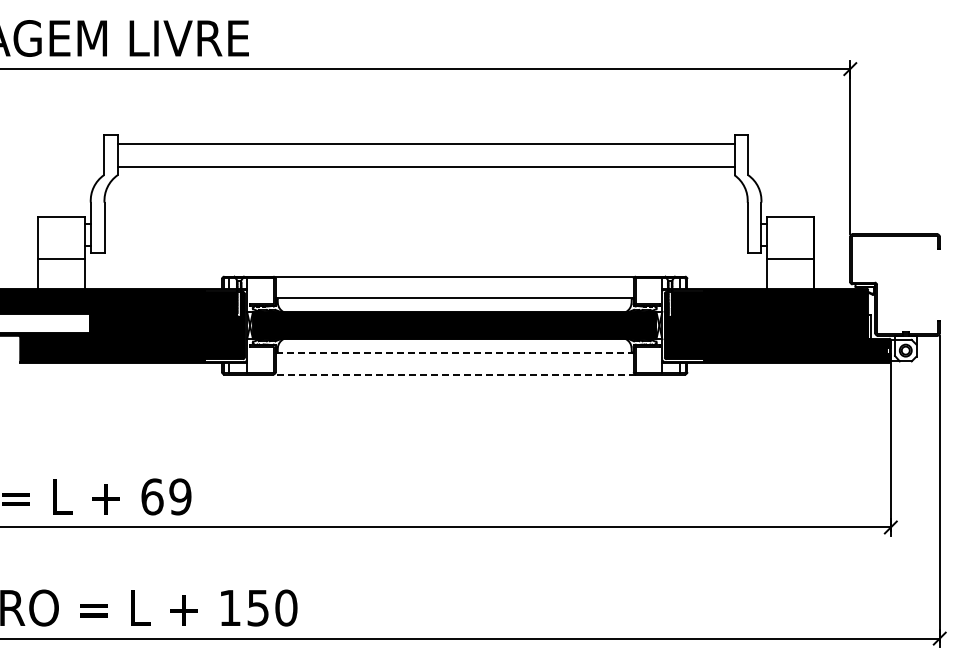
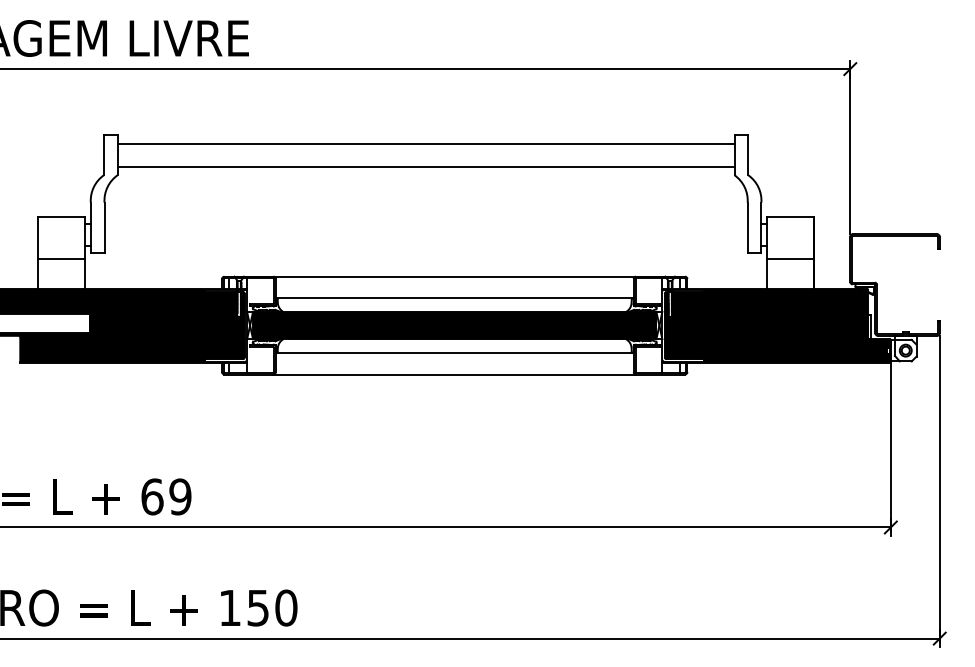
line at (454, 353): dashed -> solid
line at (454, 374): dashed -> solid
